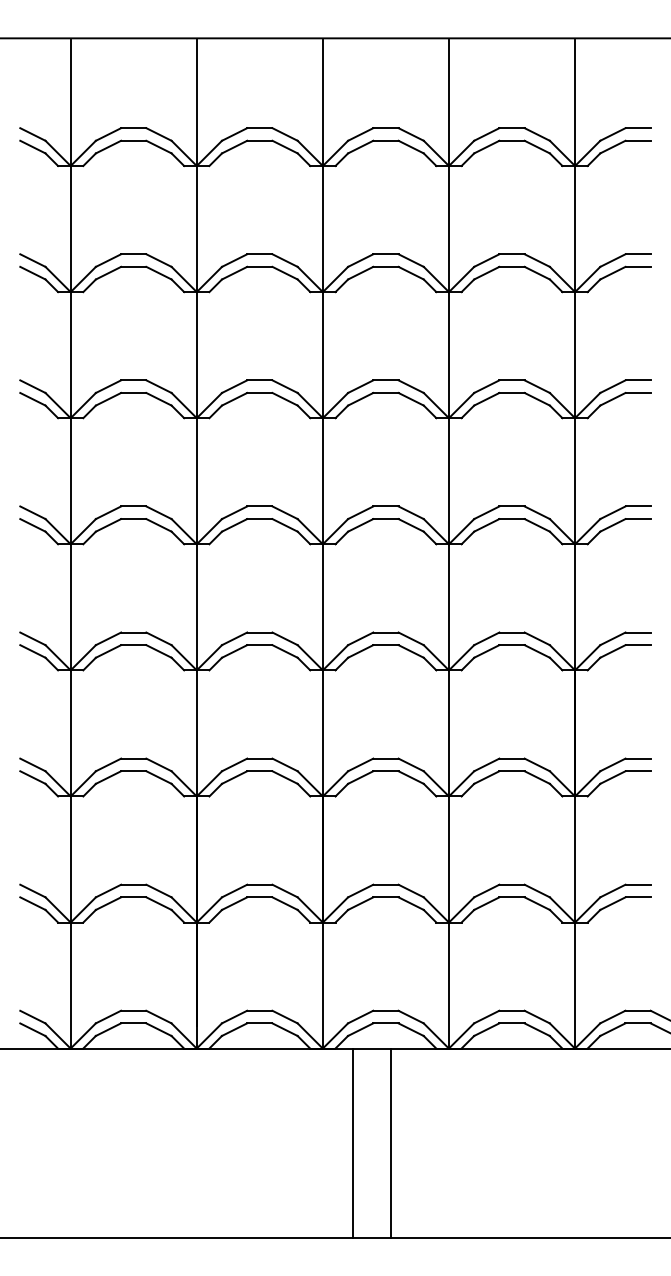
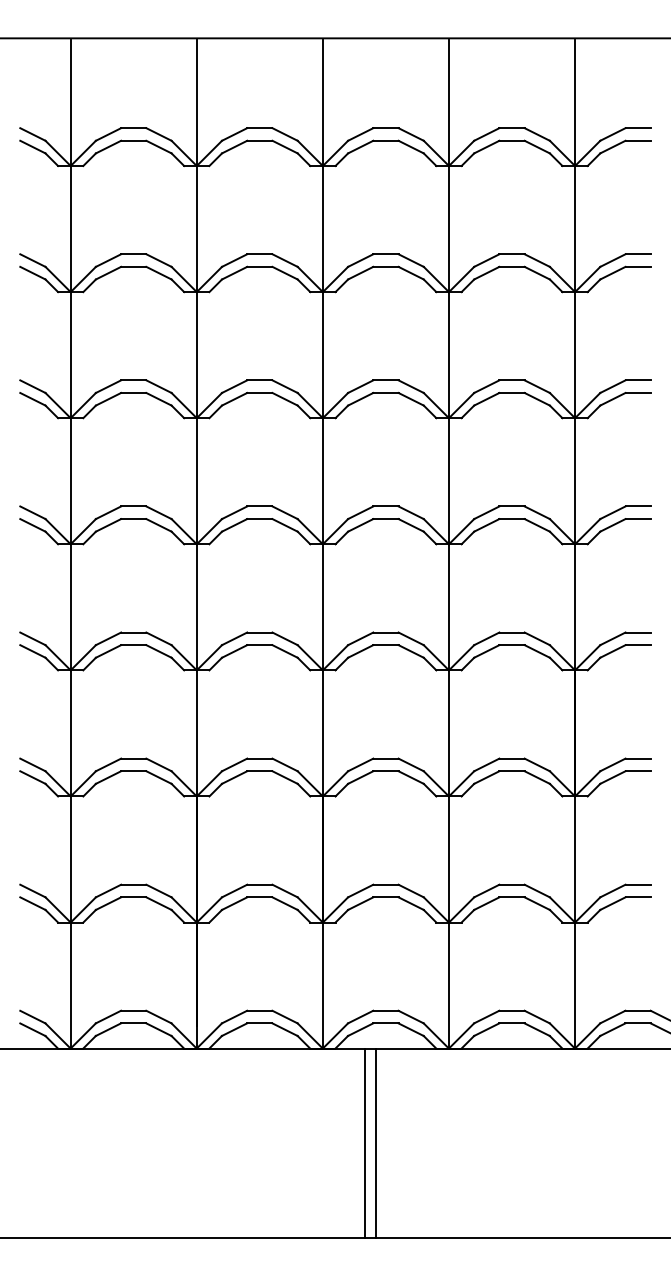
line at (353, 1142) position: (353, 1142) -> (365, 1142)
line at (391, 1142) position: (391, 1142) -> (376, 1142)
